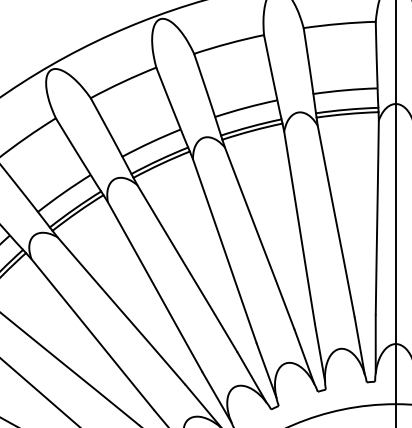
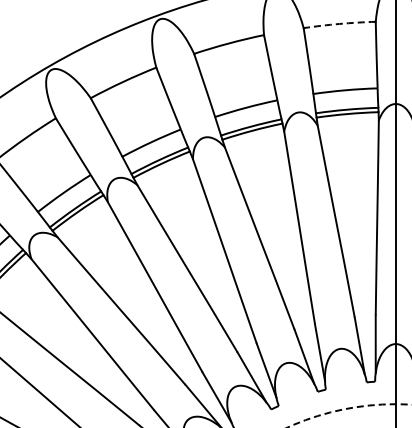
arc at (339, 23): solid -> dashed
circle at (349, 415): solid -> dashed
